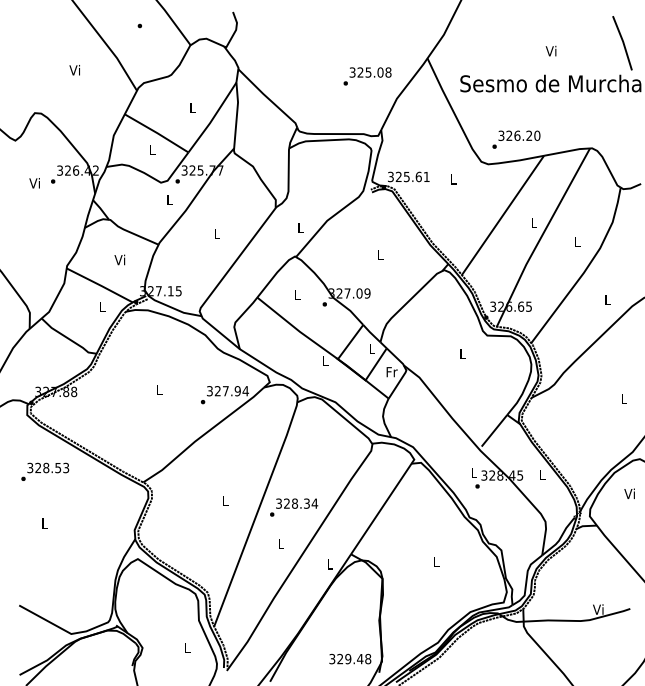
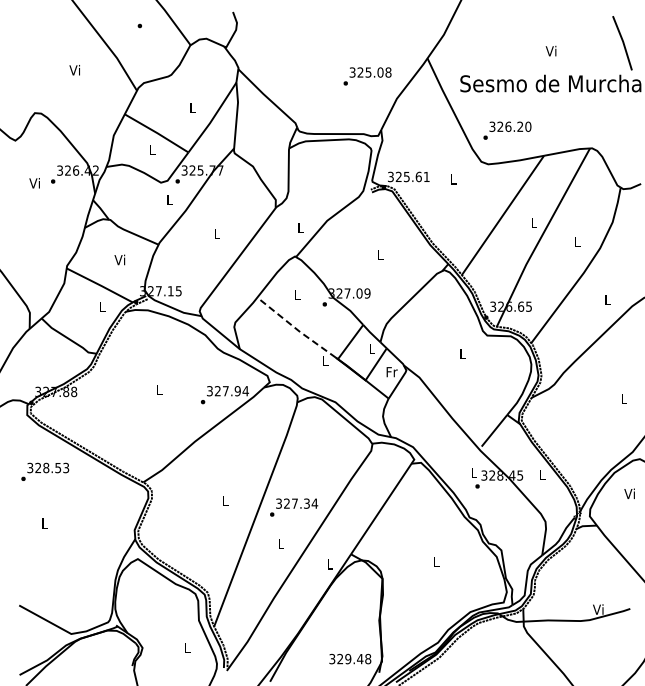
text at (516, 139) position: (516, 139) -> (507, 130)
line at (296, 328): solid -> dashed
text at (295, 503): 328.34 -> 327.34
